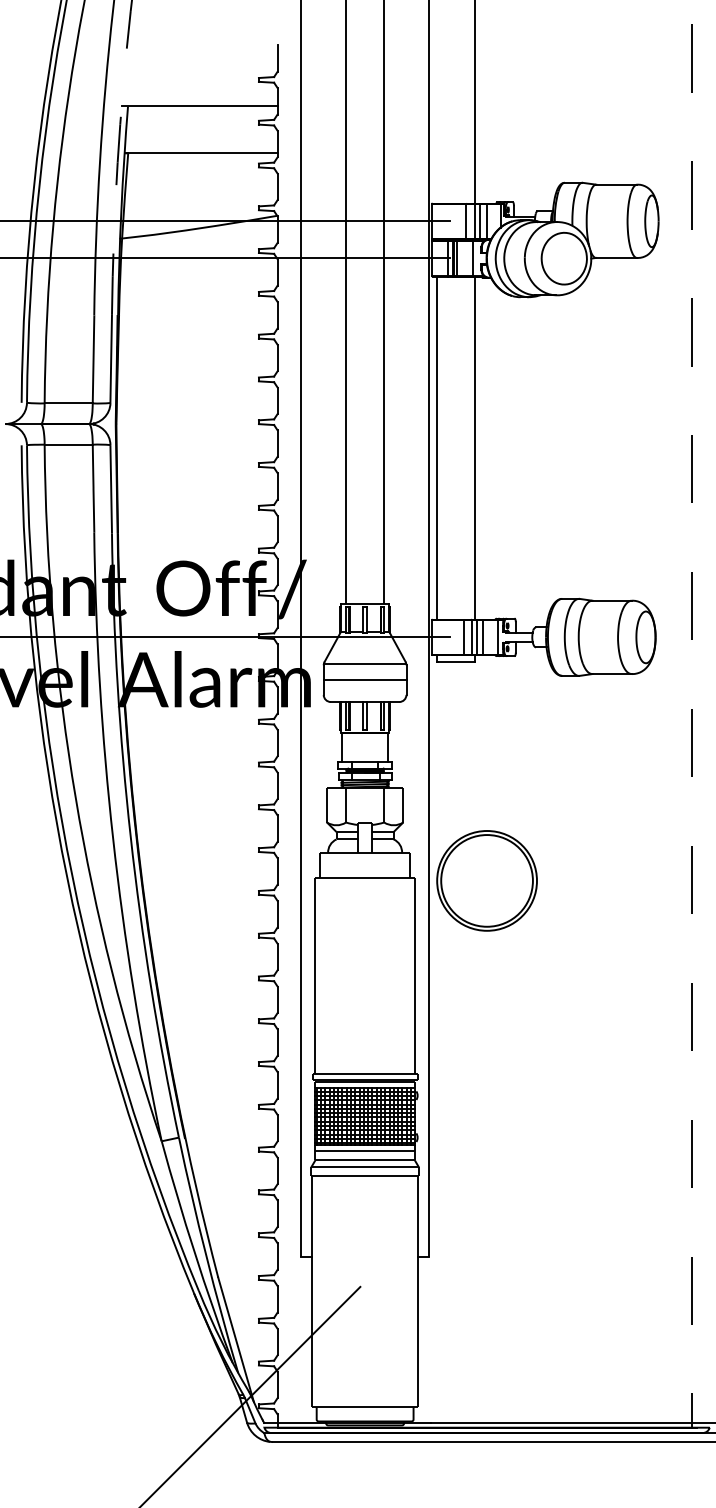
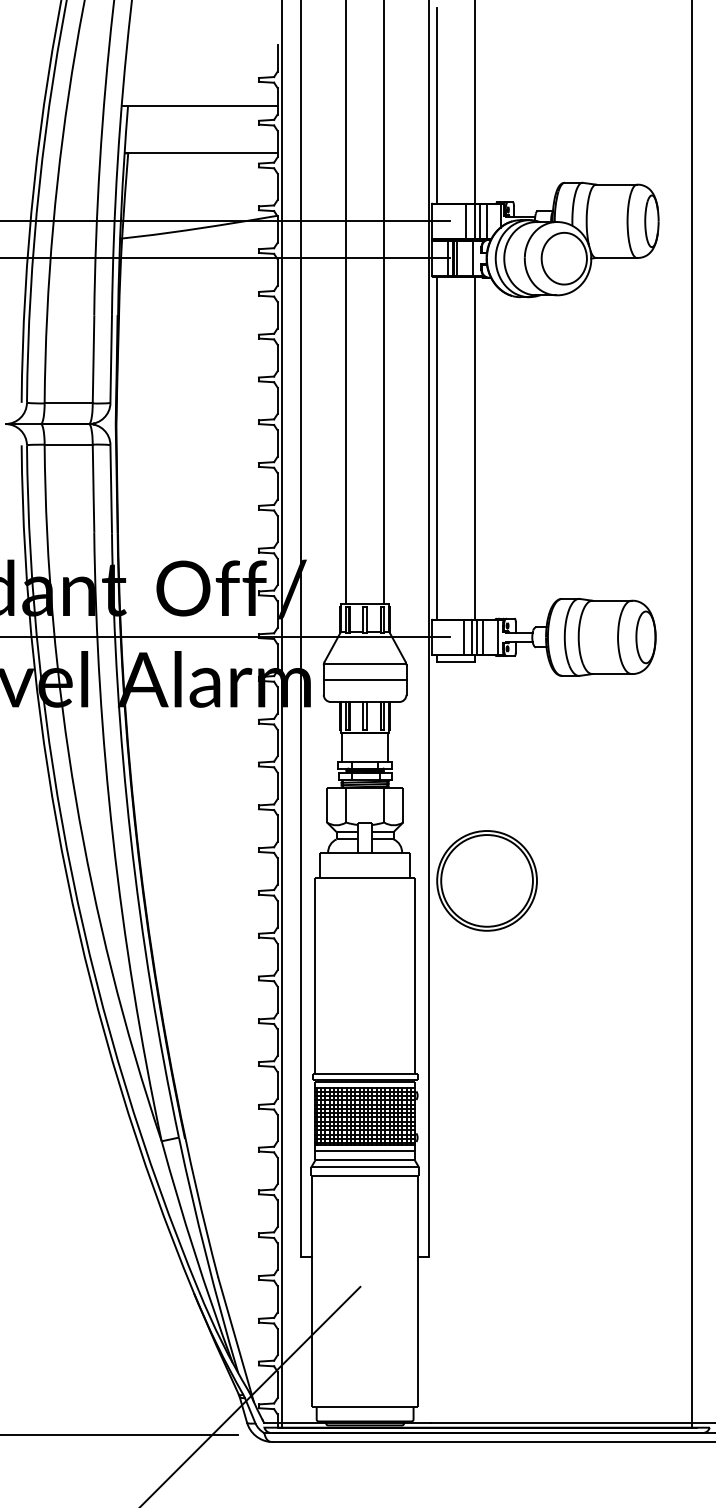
line at (437, 105): none -> present
arc at (118, 157): dashed -> solid
line at (282, 714): none -> present
line at (692, 714): dashed -> solid
line at (119, 1434): none -> present
